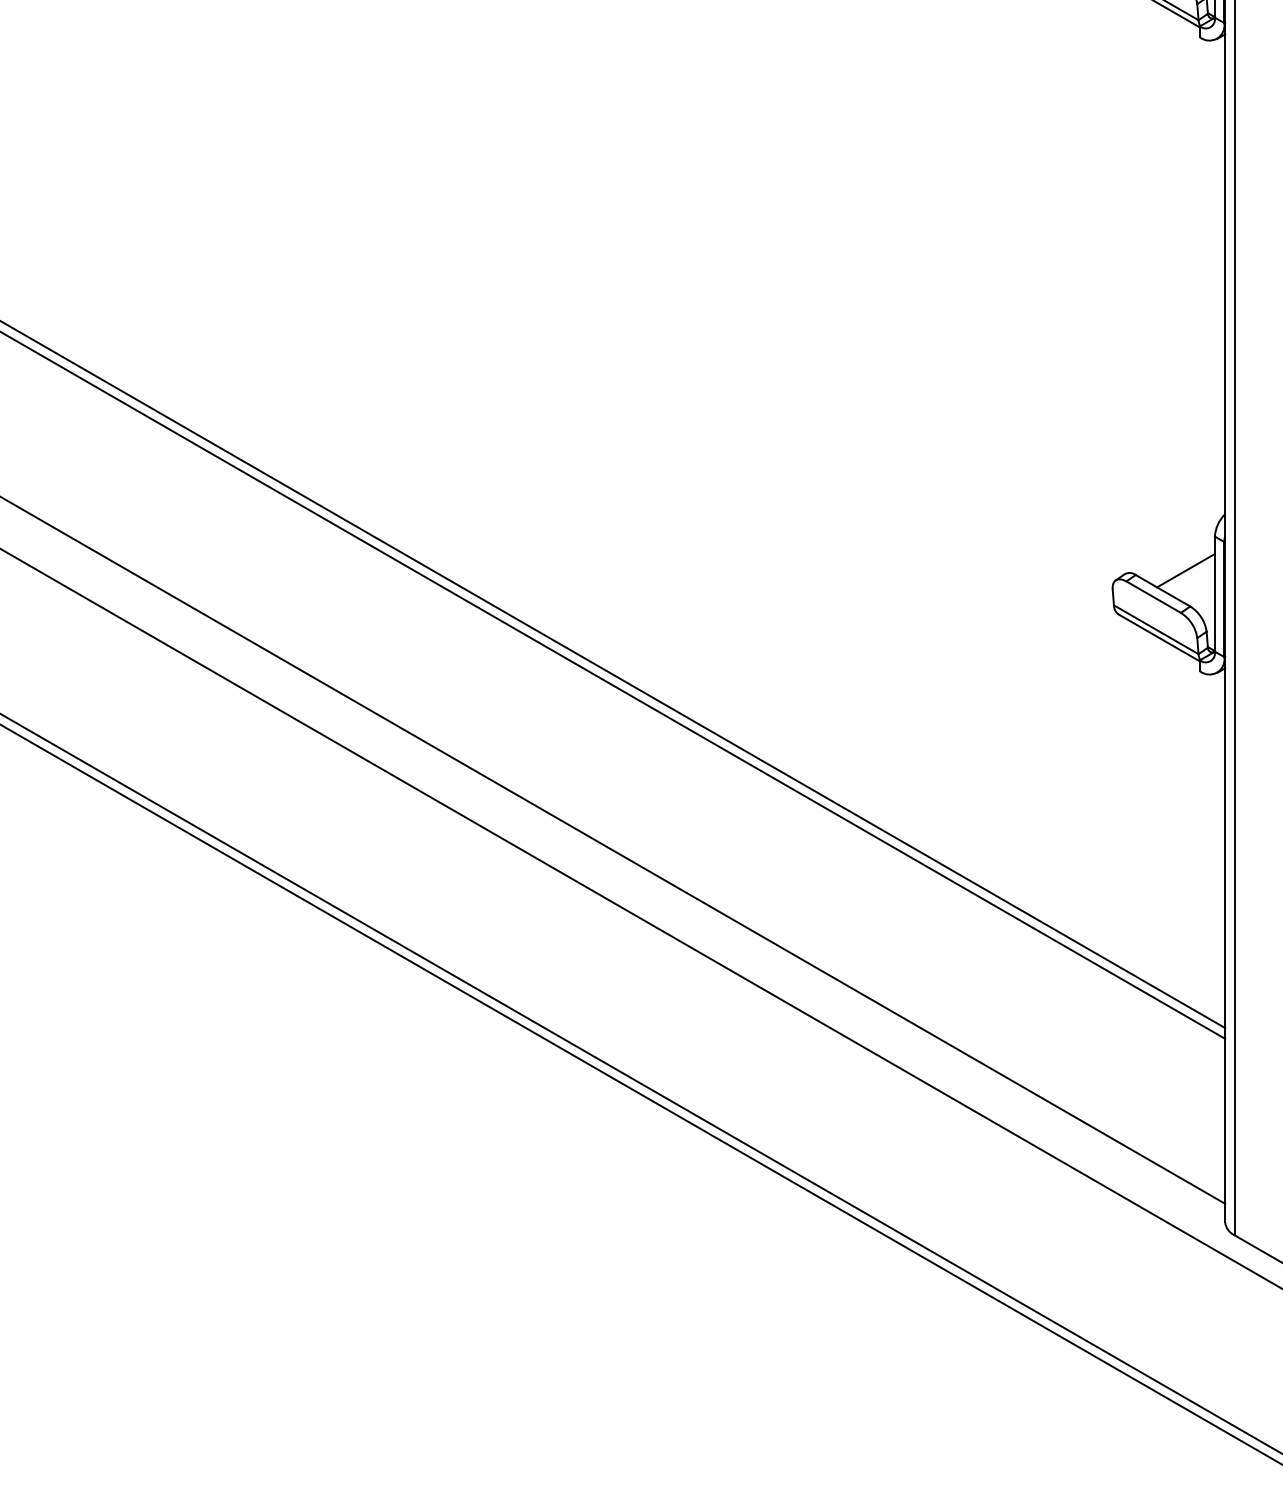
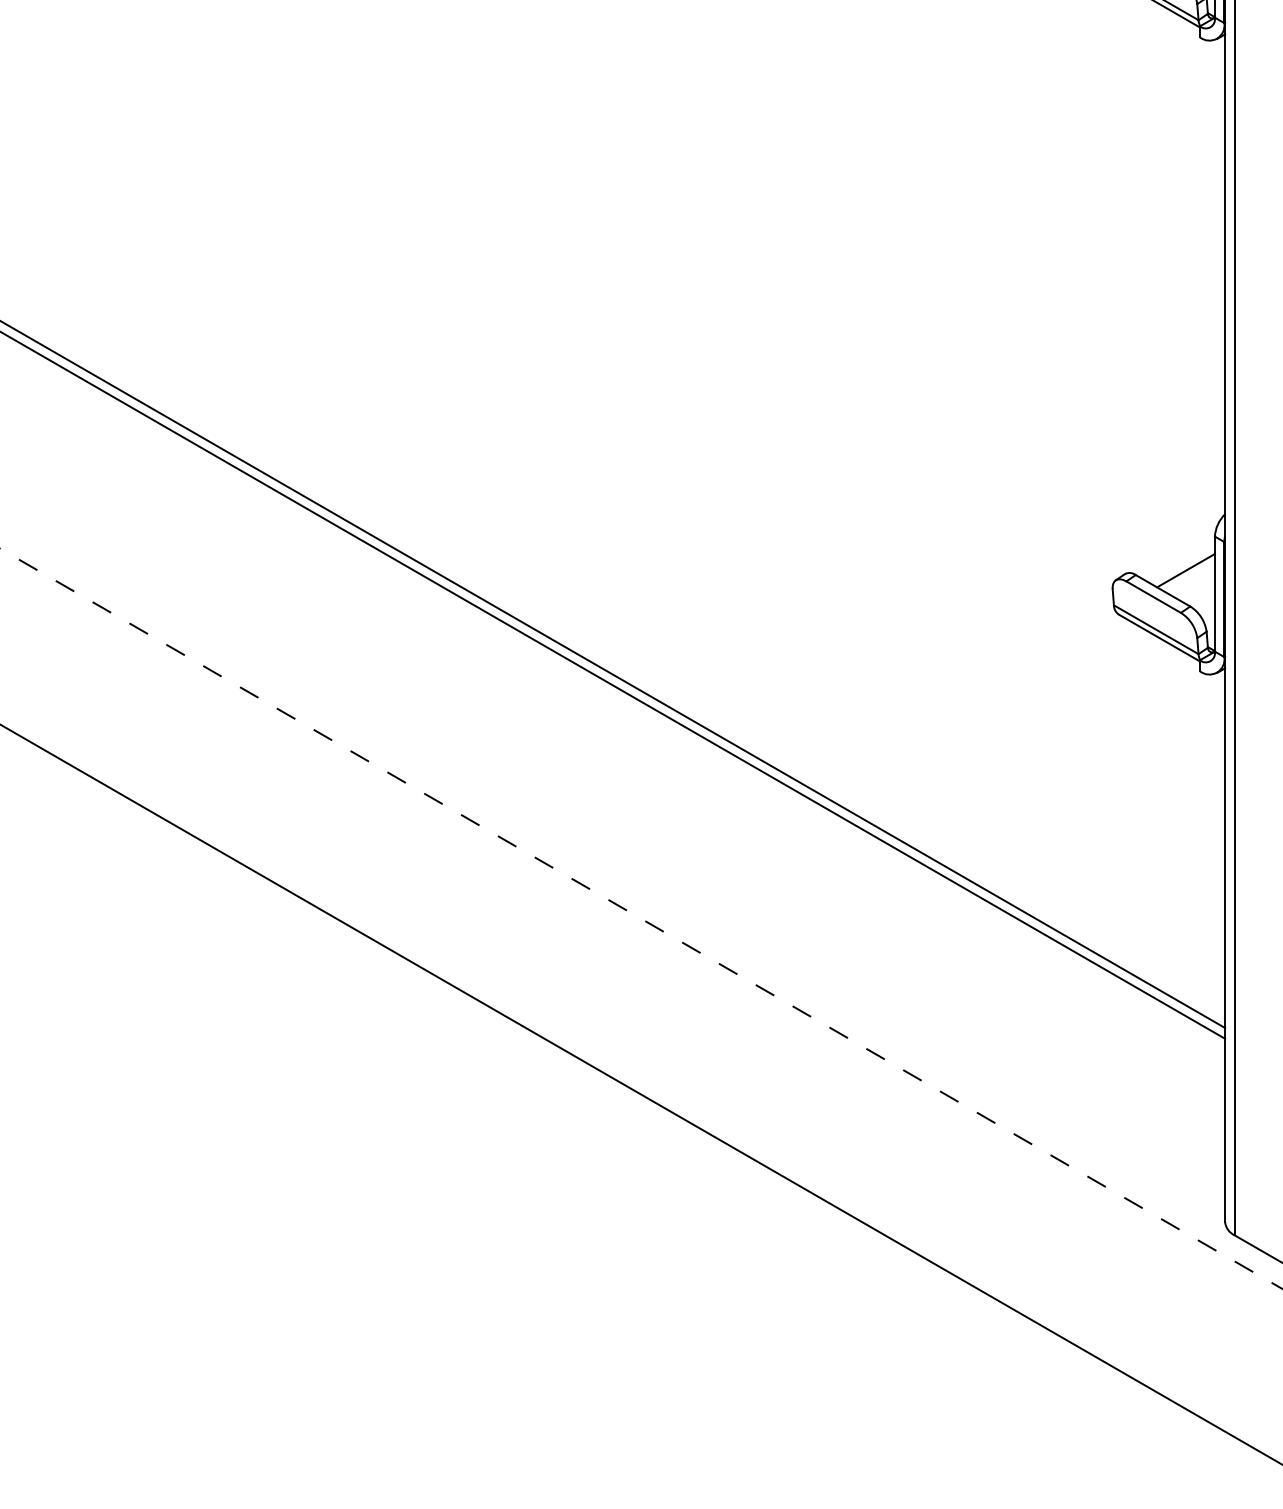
line at (613, 850): present -> none
line at (641, 919): solid -> dashed
line at (640, 1083): present -> none
